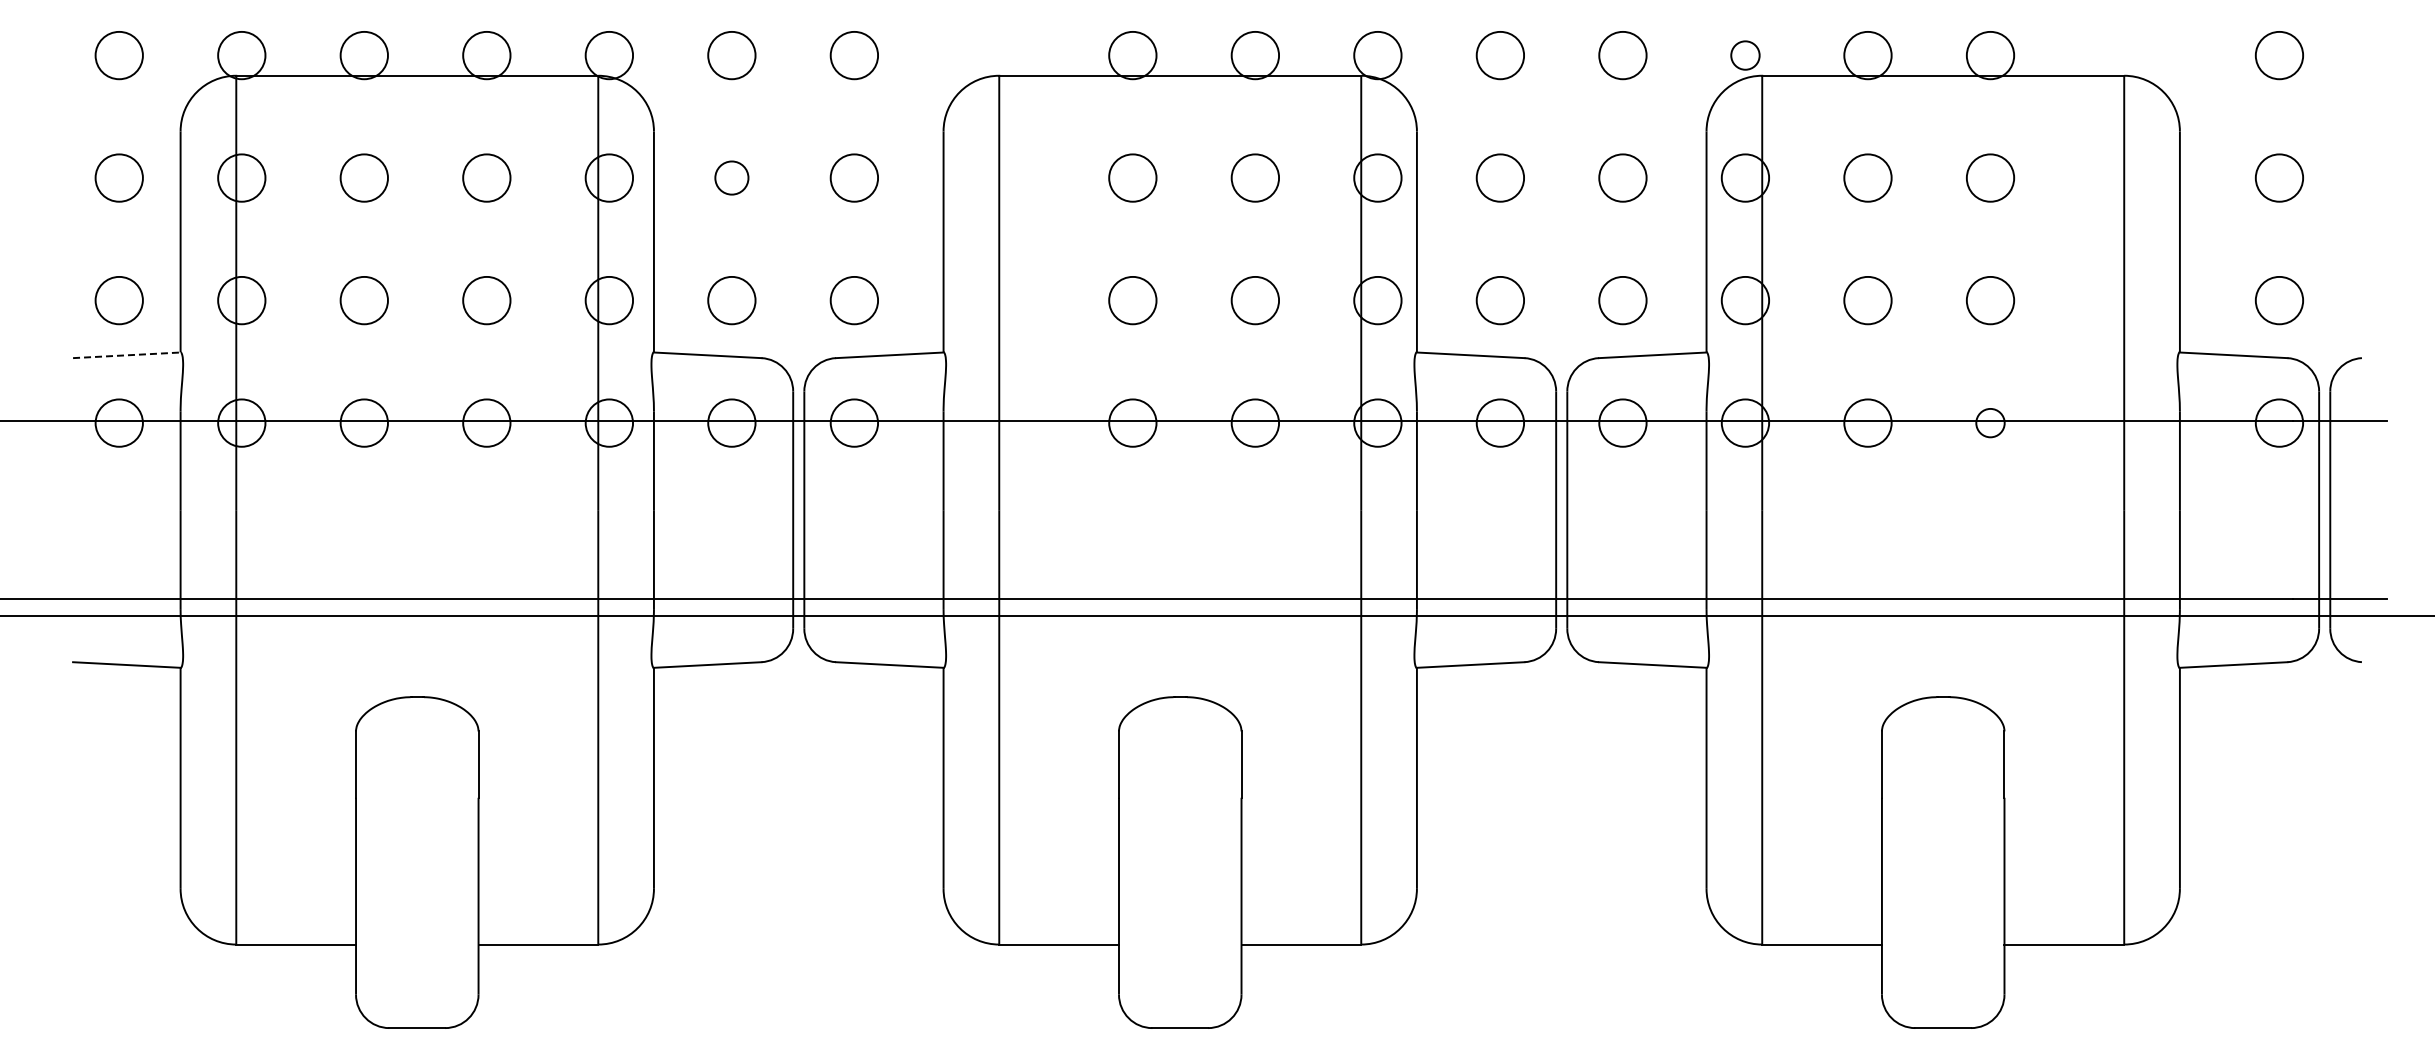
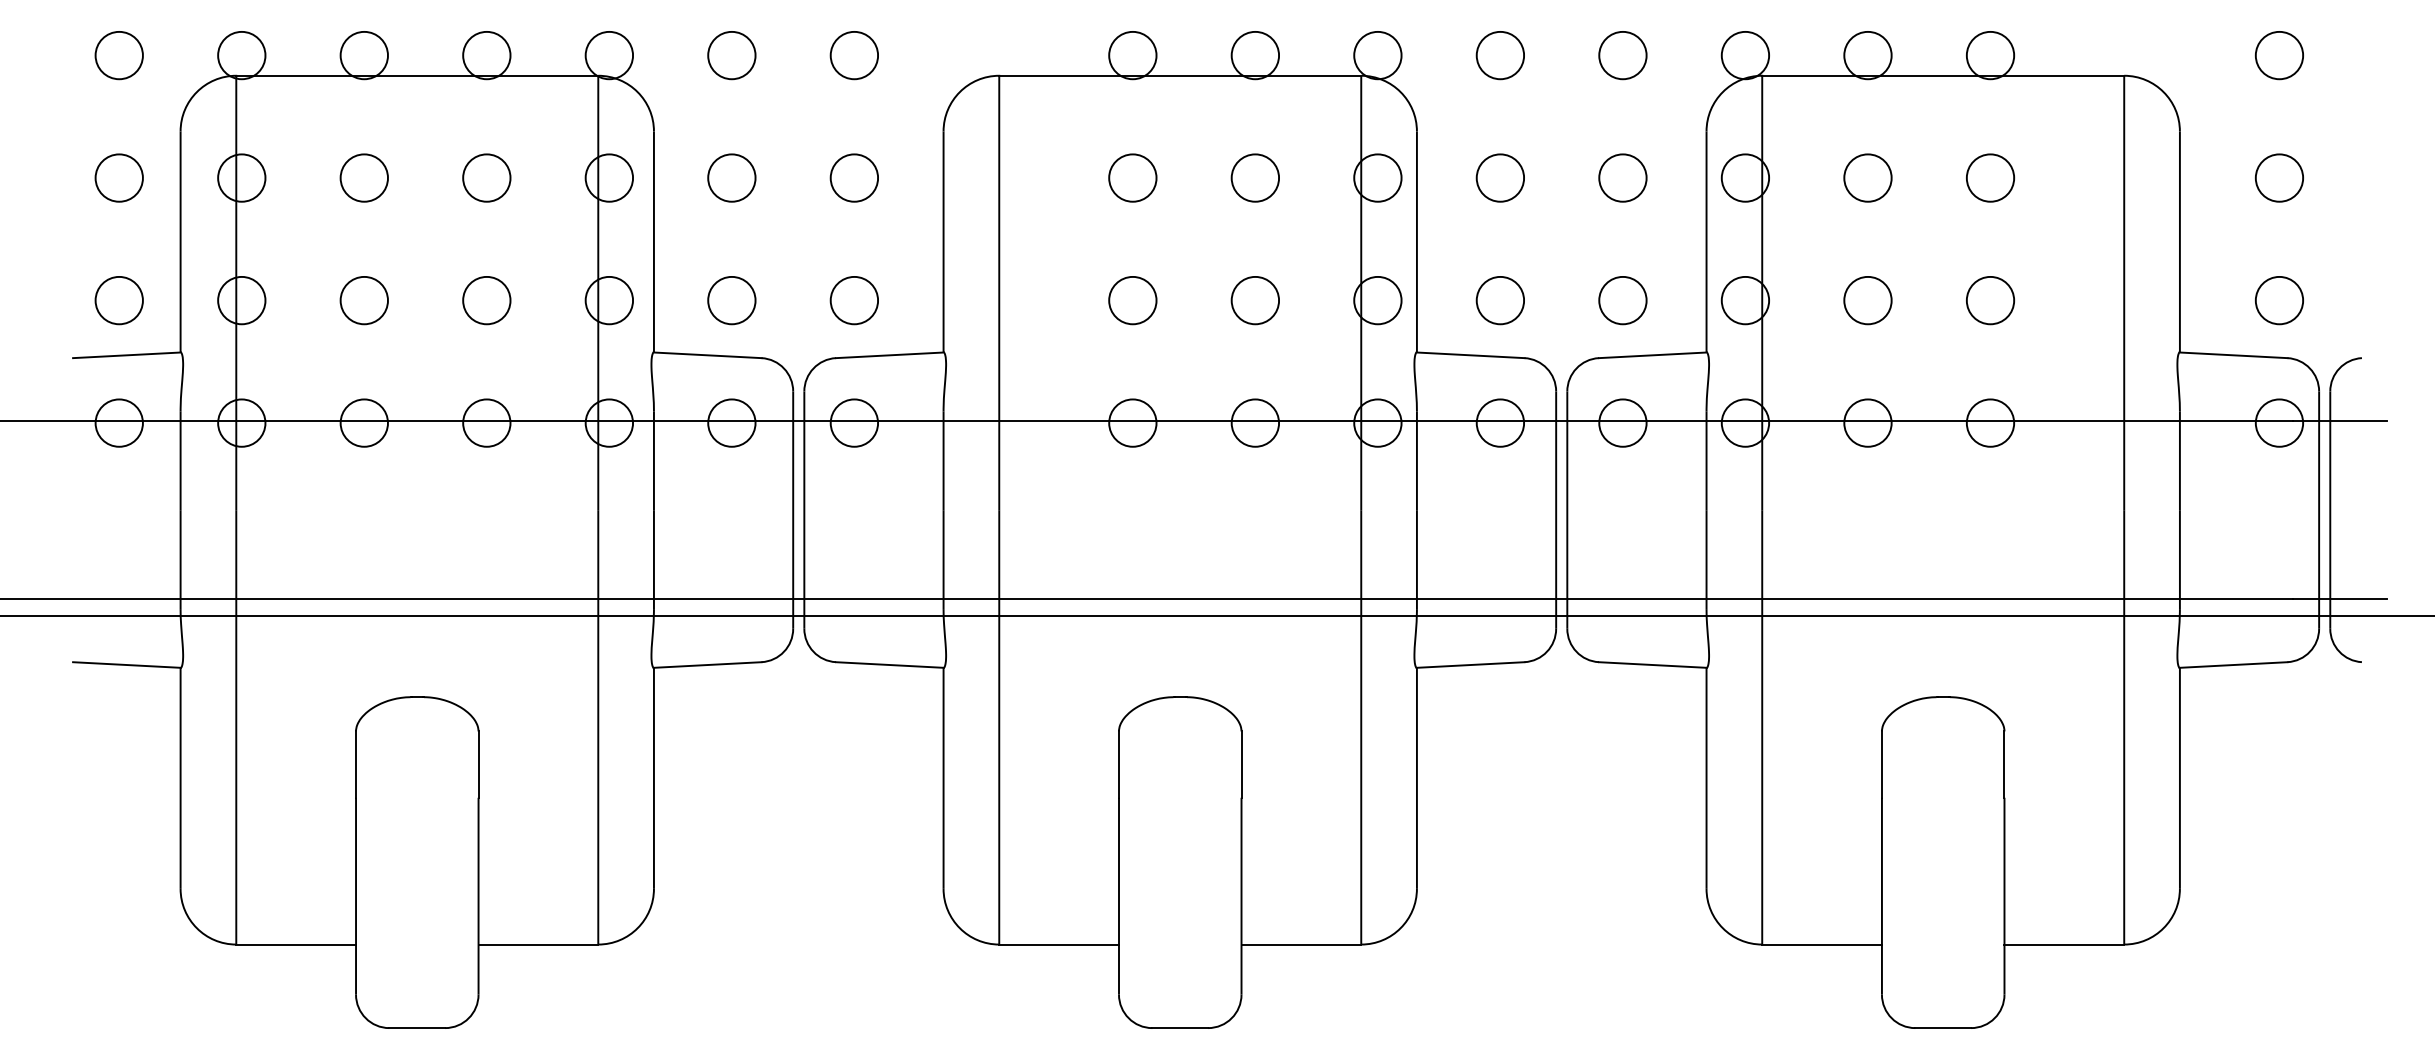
circle at (1745, 55) diameter: 28 px -> 47 px
circle at (731, 177) size: 36x36 px -> 50x50 px
line at (126, 355): dashed -> solid
circle at (1990, 422) diameter: 28 px -> 47 px
